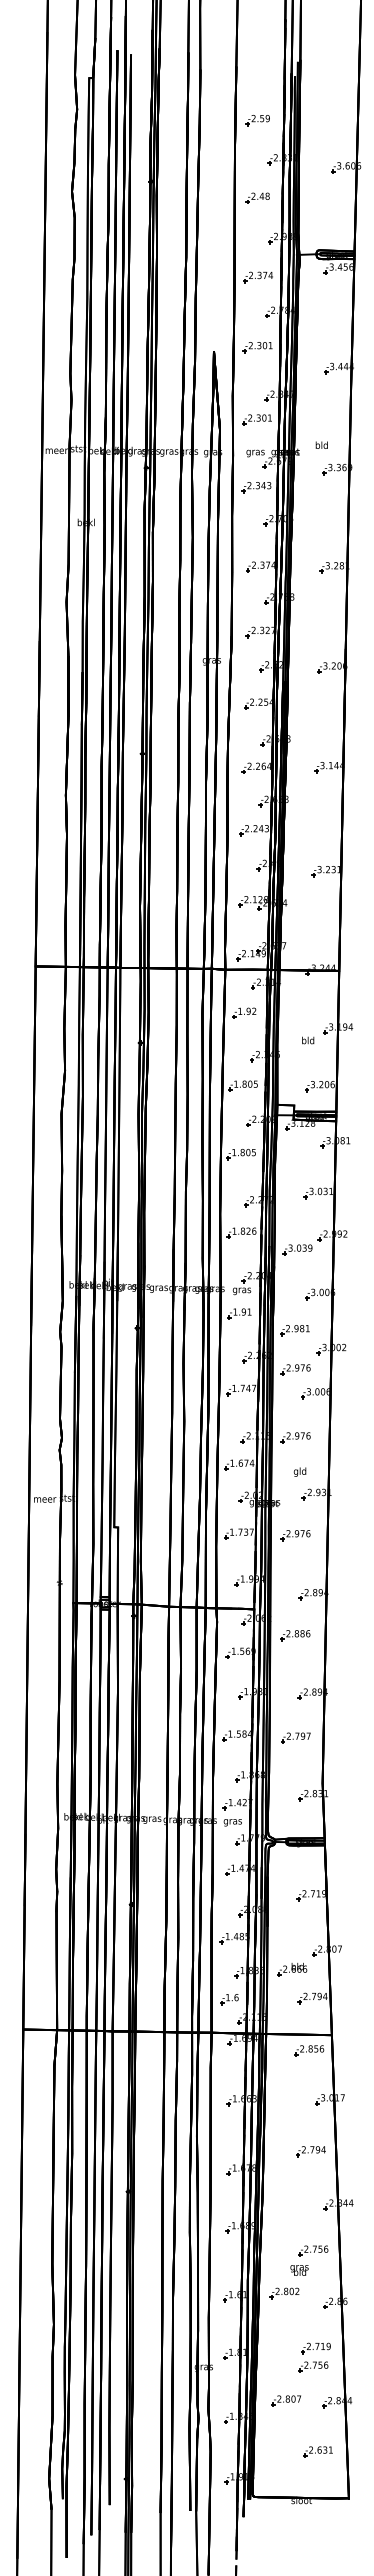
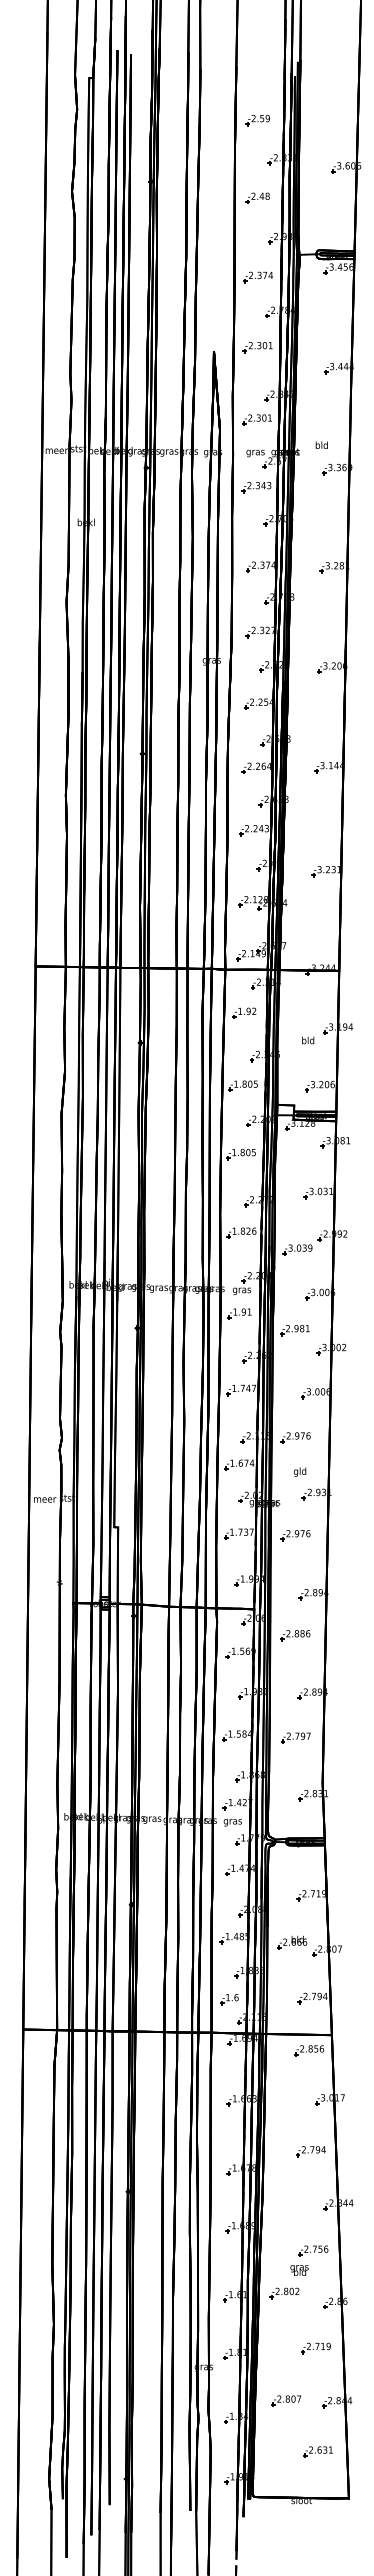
part at (295, 1369): present -> none
part at (292, 1969) position: (292, 1969) -> (292, 1942)
part at (313, 2366): present -> none
